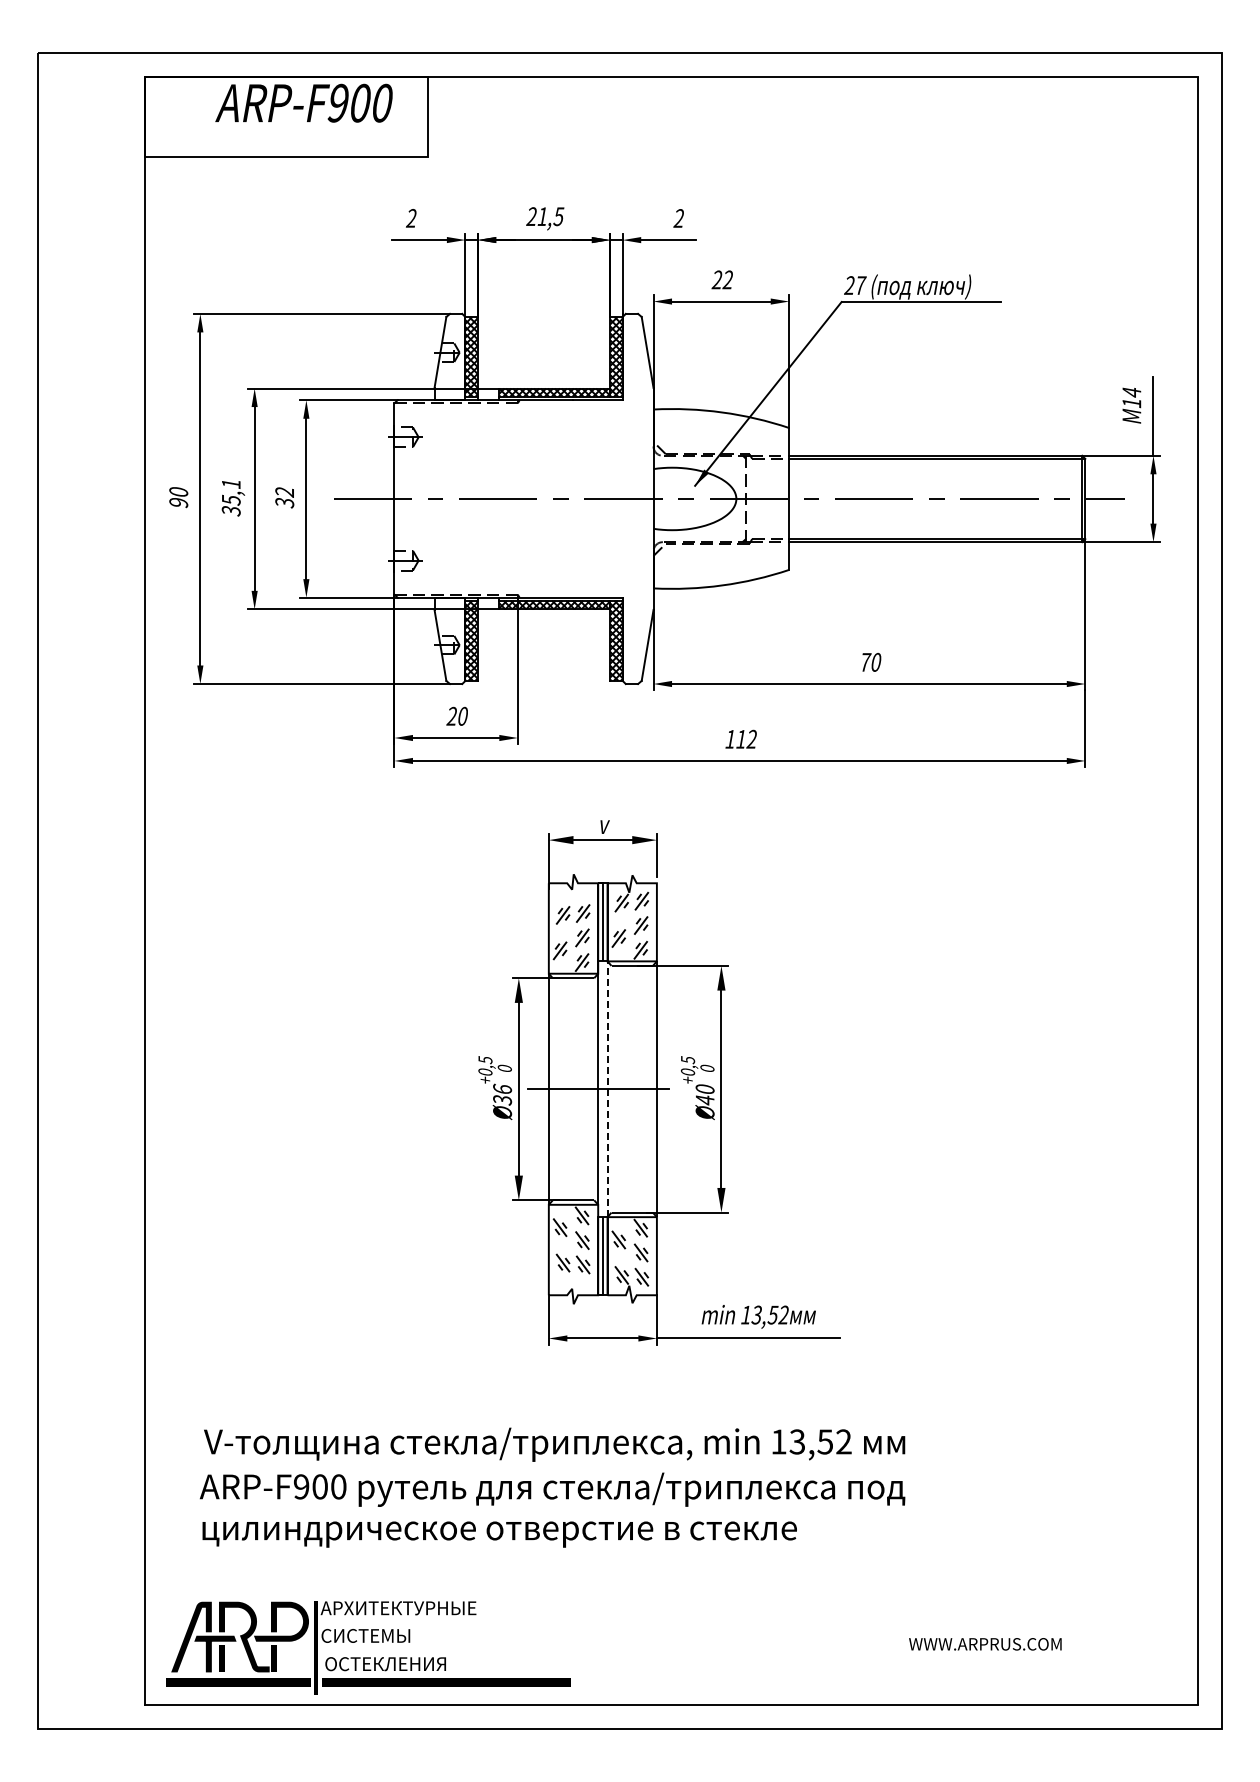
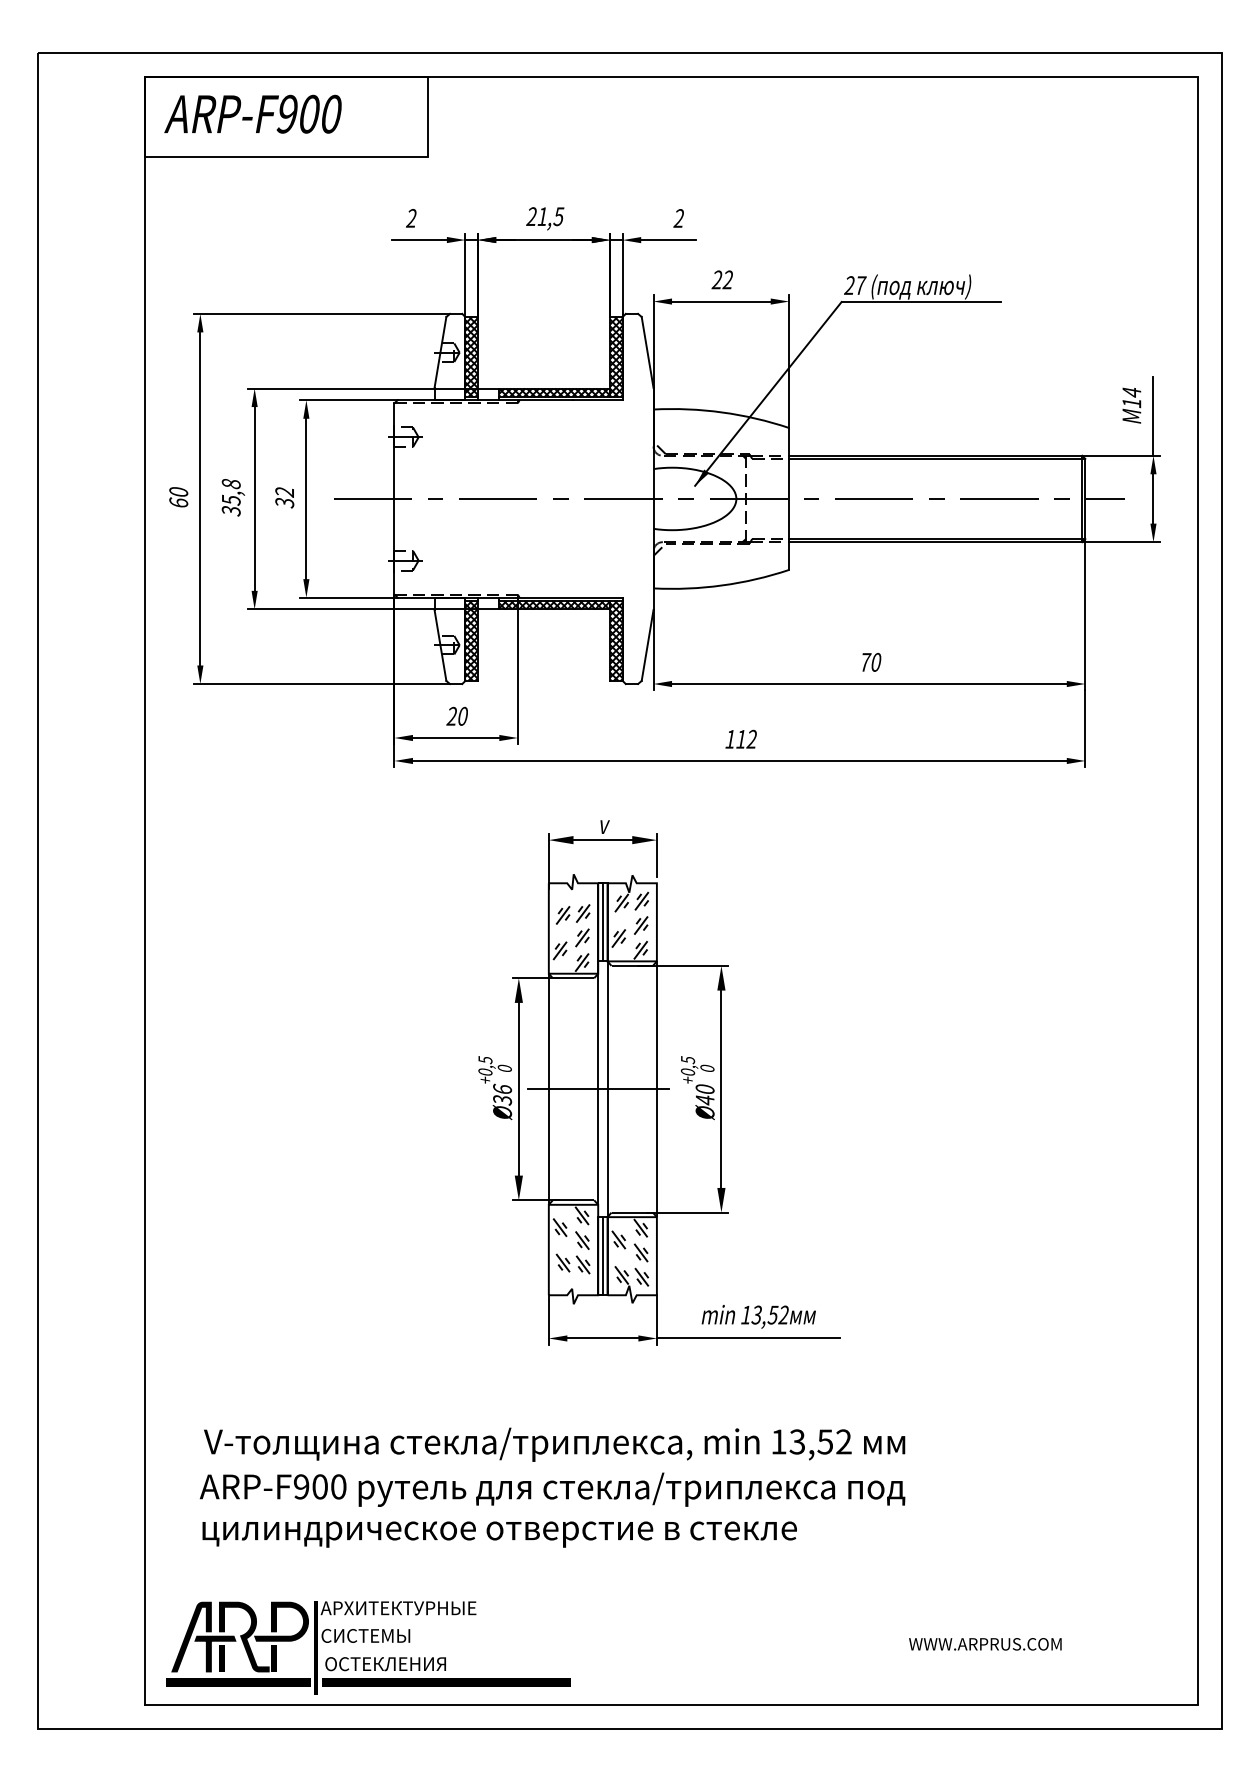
text at (303, 102) position: (303, 102) -> (252, 113)
text at (230, 484): 35,1 -> 35,8
text at (178, 502): 90 -> 60
line at (607, 1089): dashed -> solid
